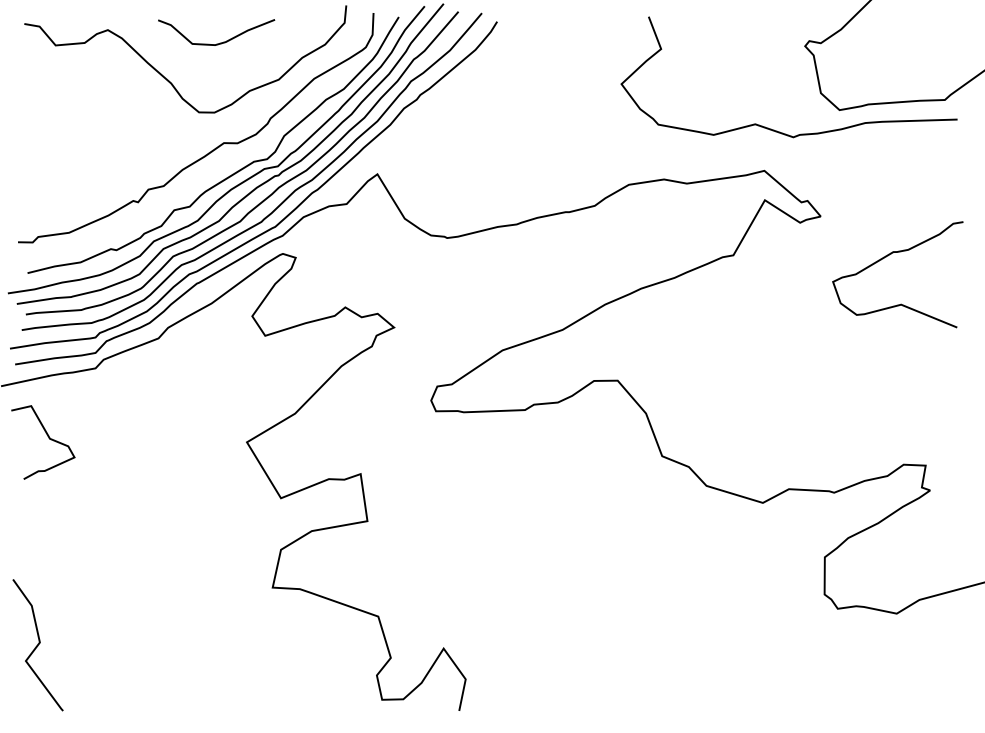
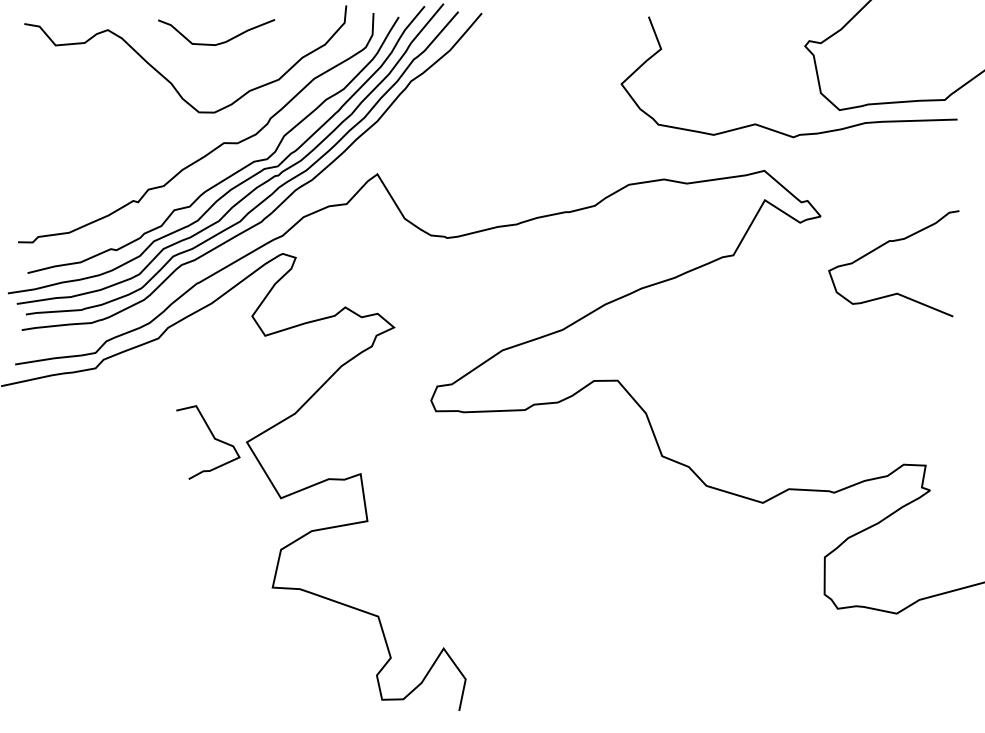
curve at (280, 220): present -> none
curve at (888, 256) position: (888, 256) -> (884, 245)
curve at (48, 438) position: (48, 438) -> (213, 438)
curve at (37, 645): present -> none
